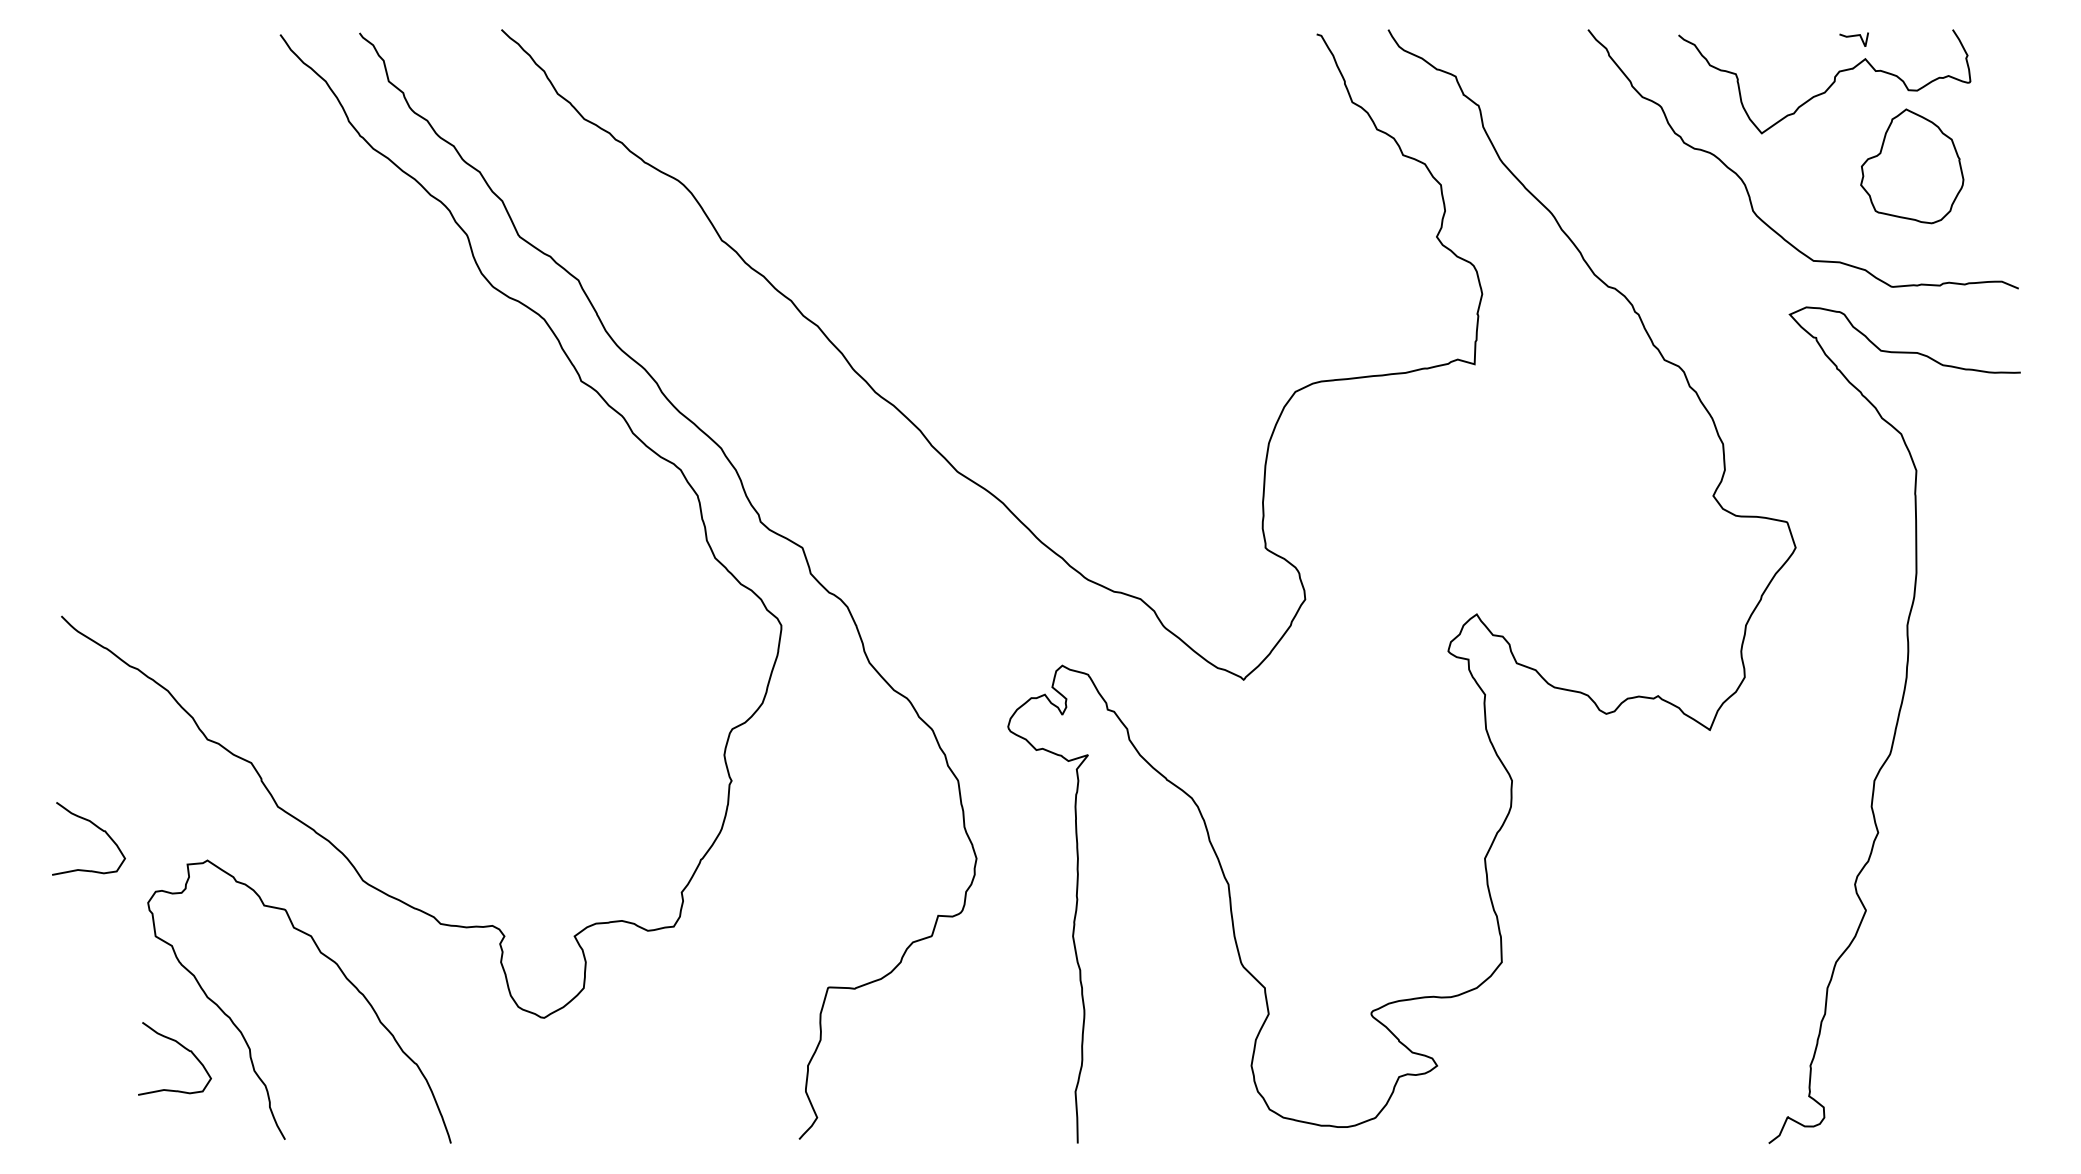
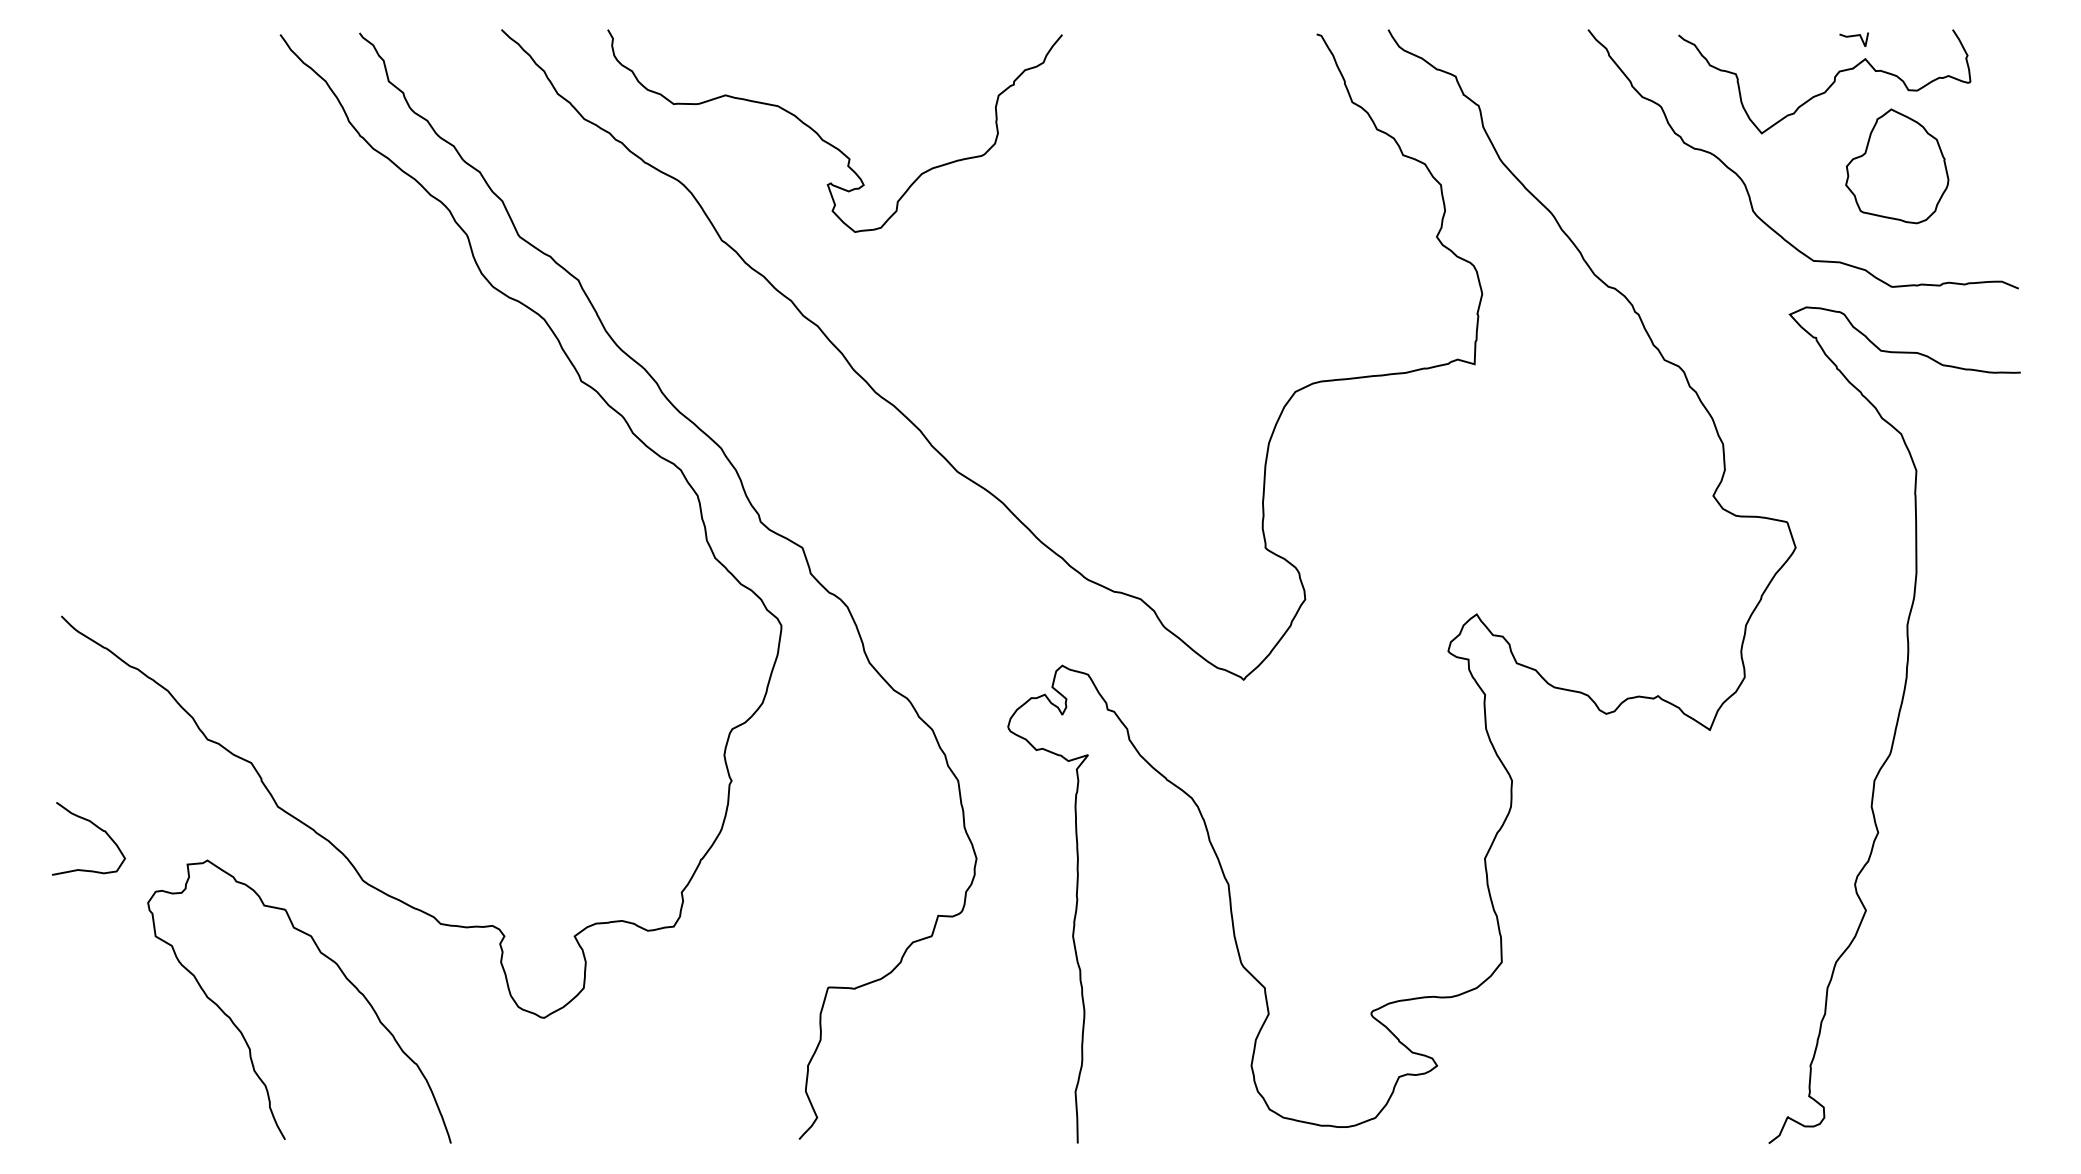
curve at (827, 141): none -> present
part at (1912, 166) position: (1912, 166) -> (1897, 166)
curve at (182, 1047): present -> none
